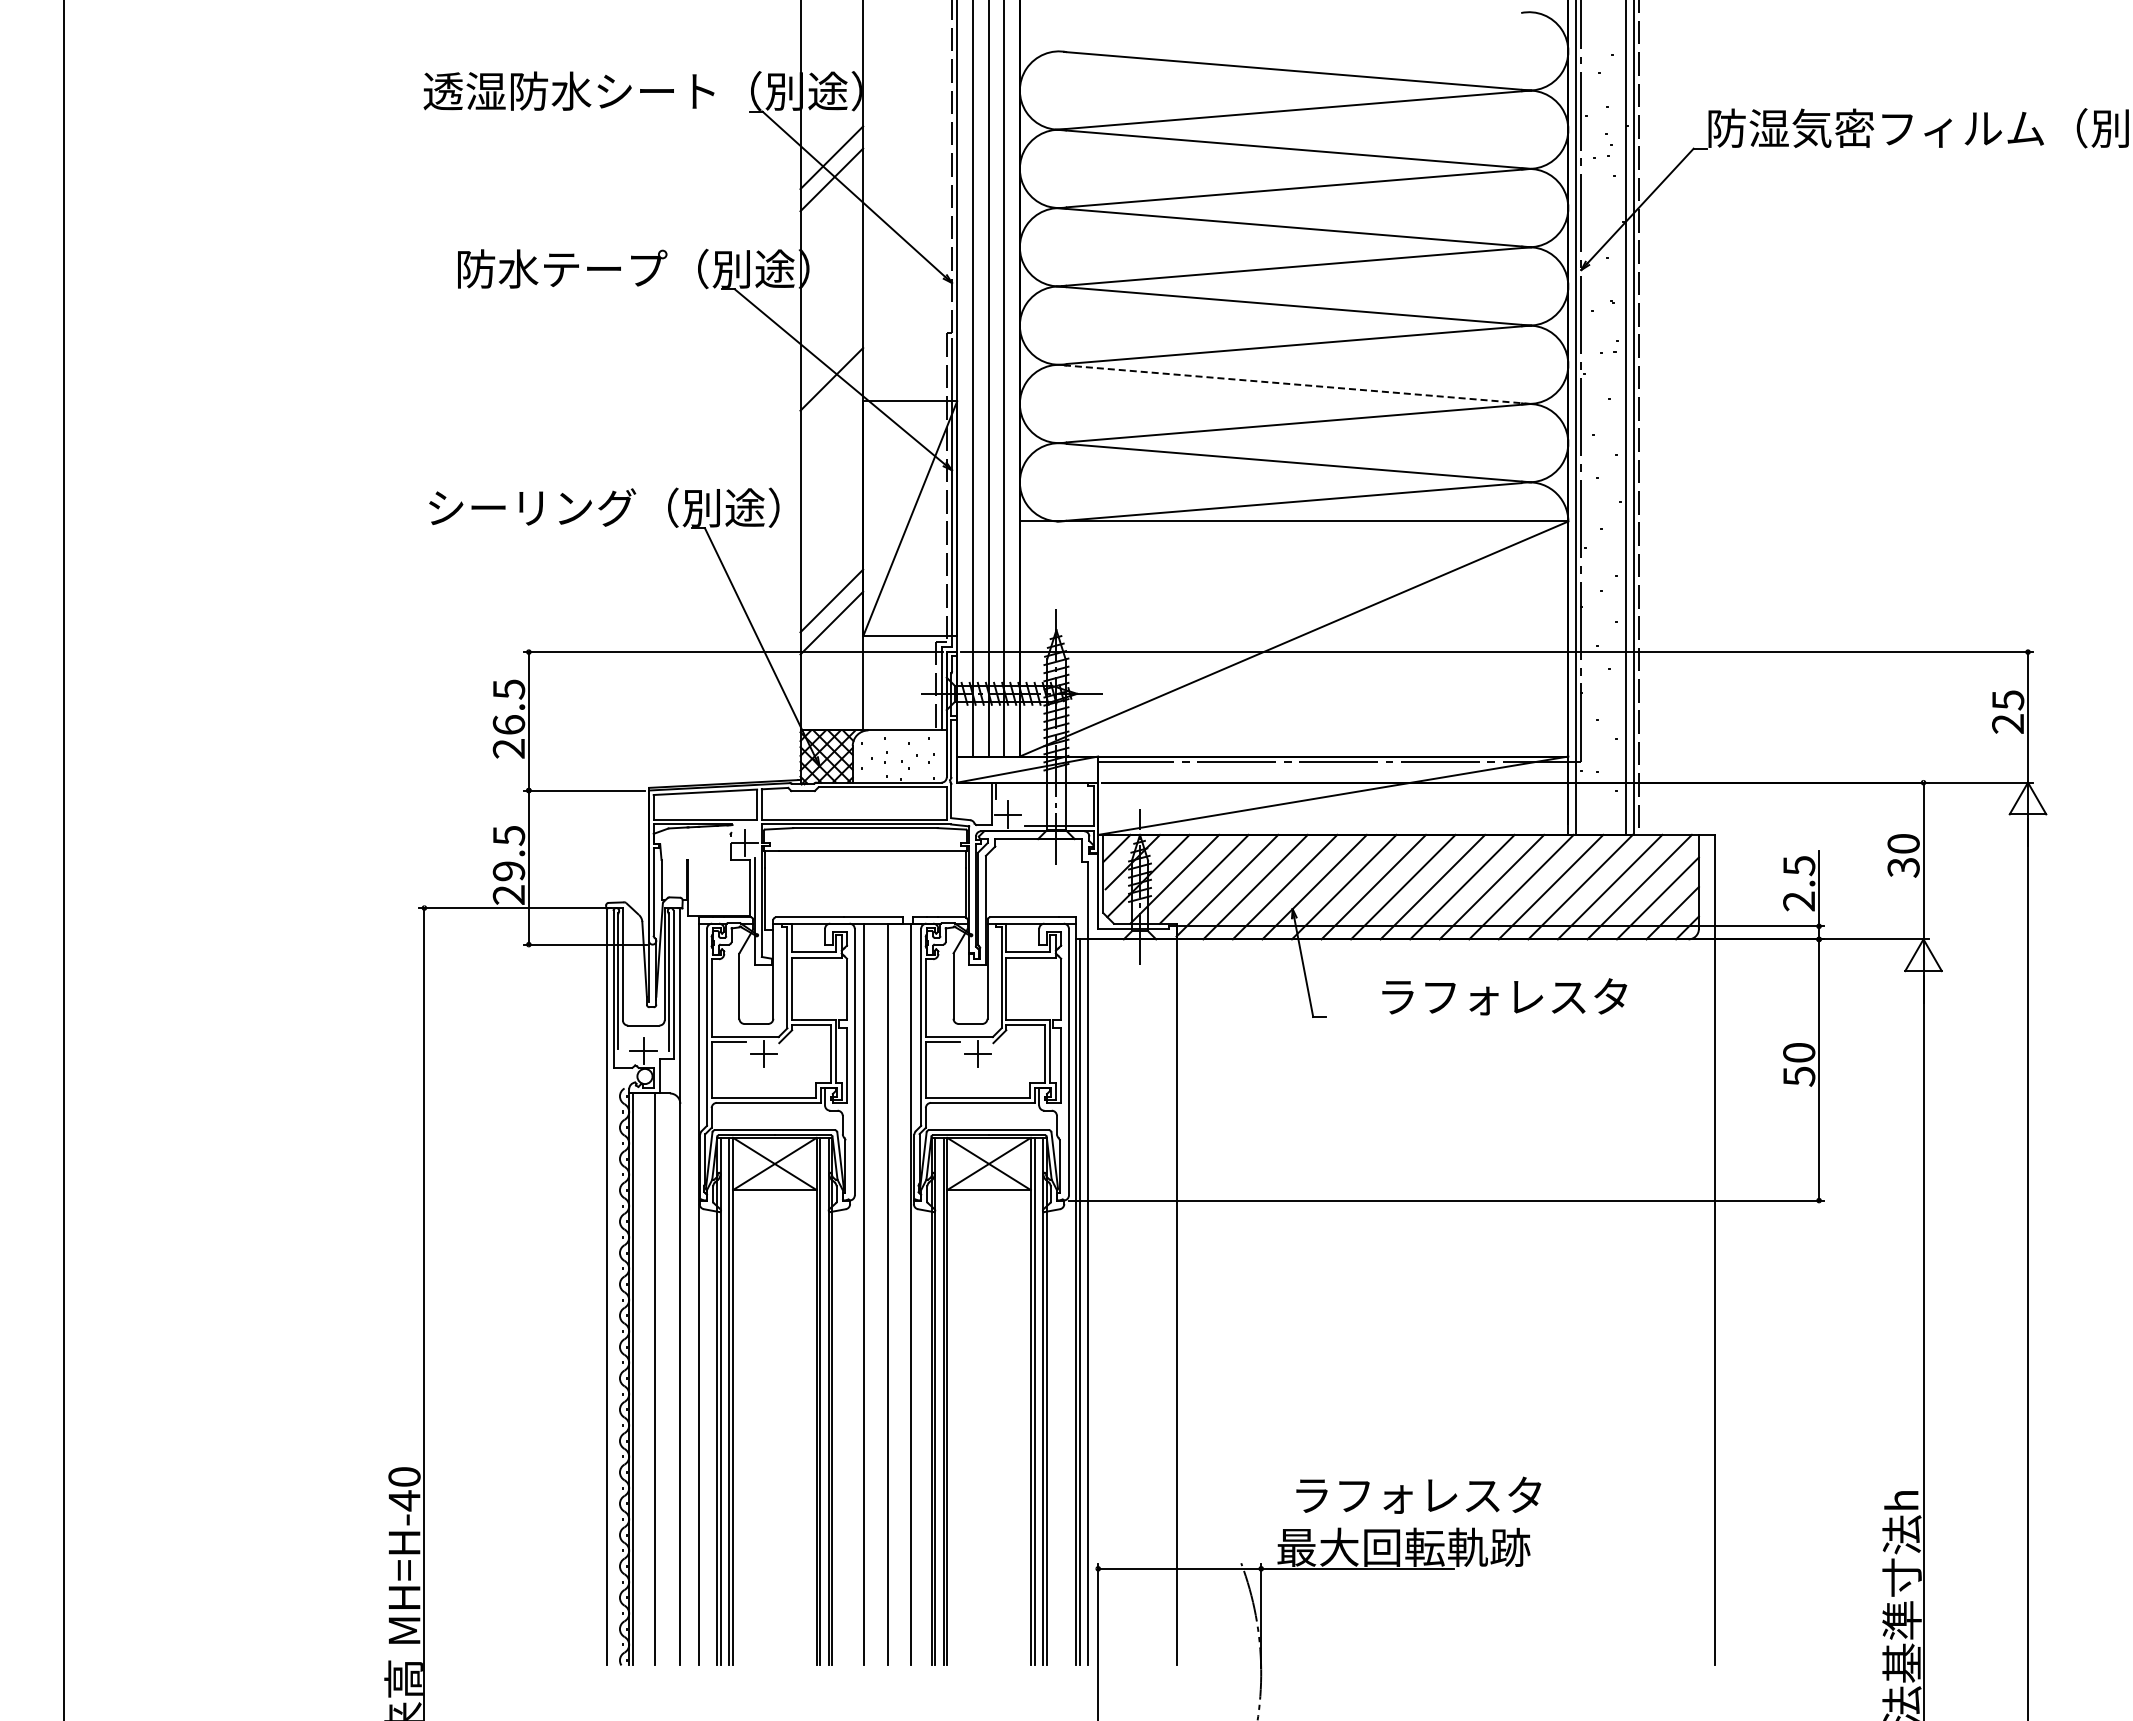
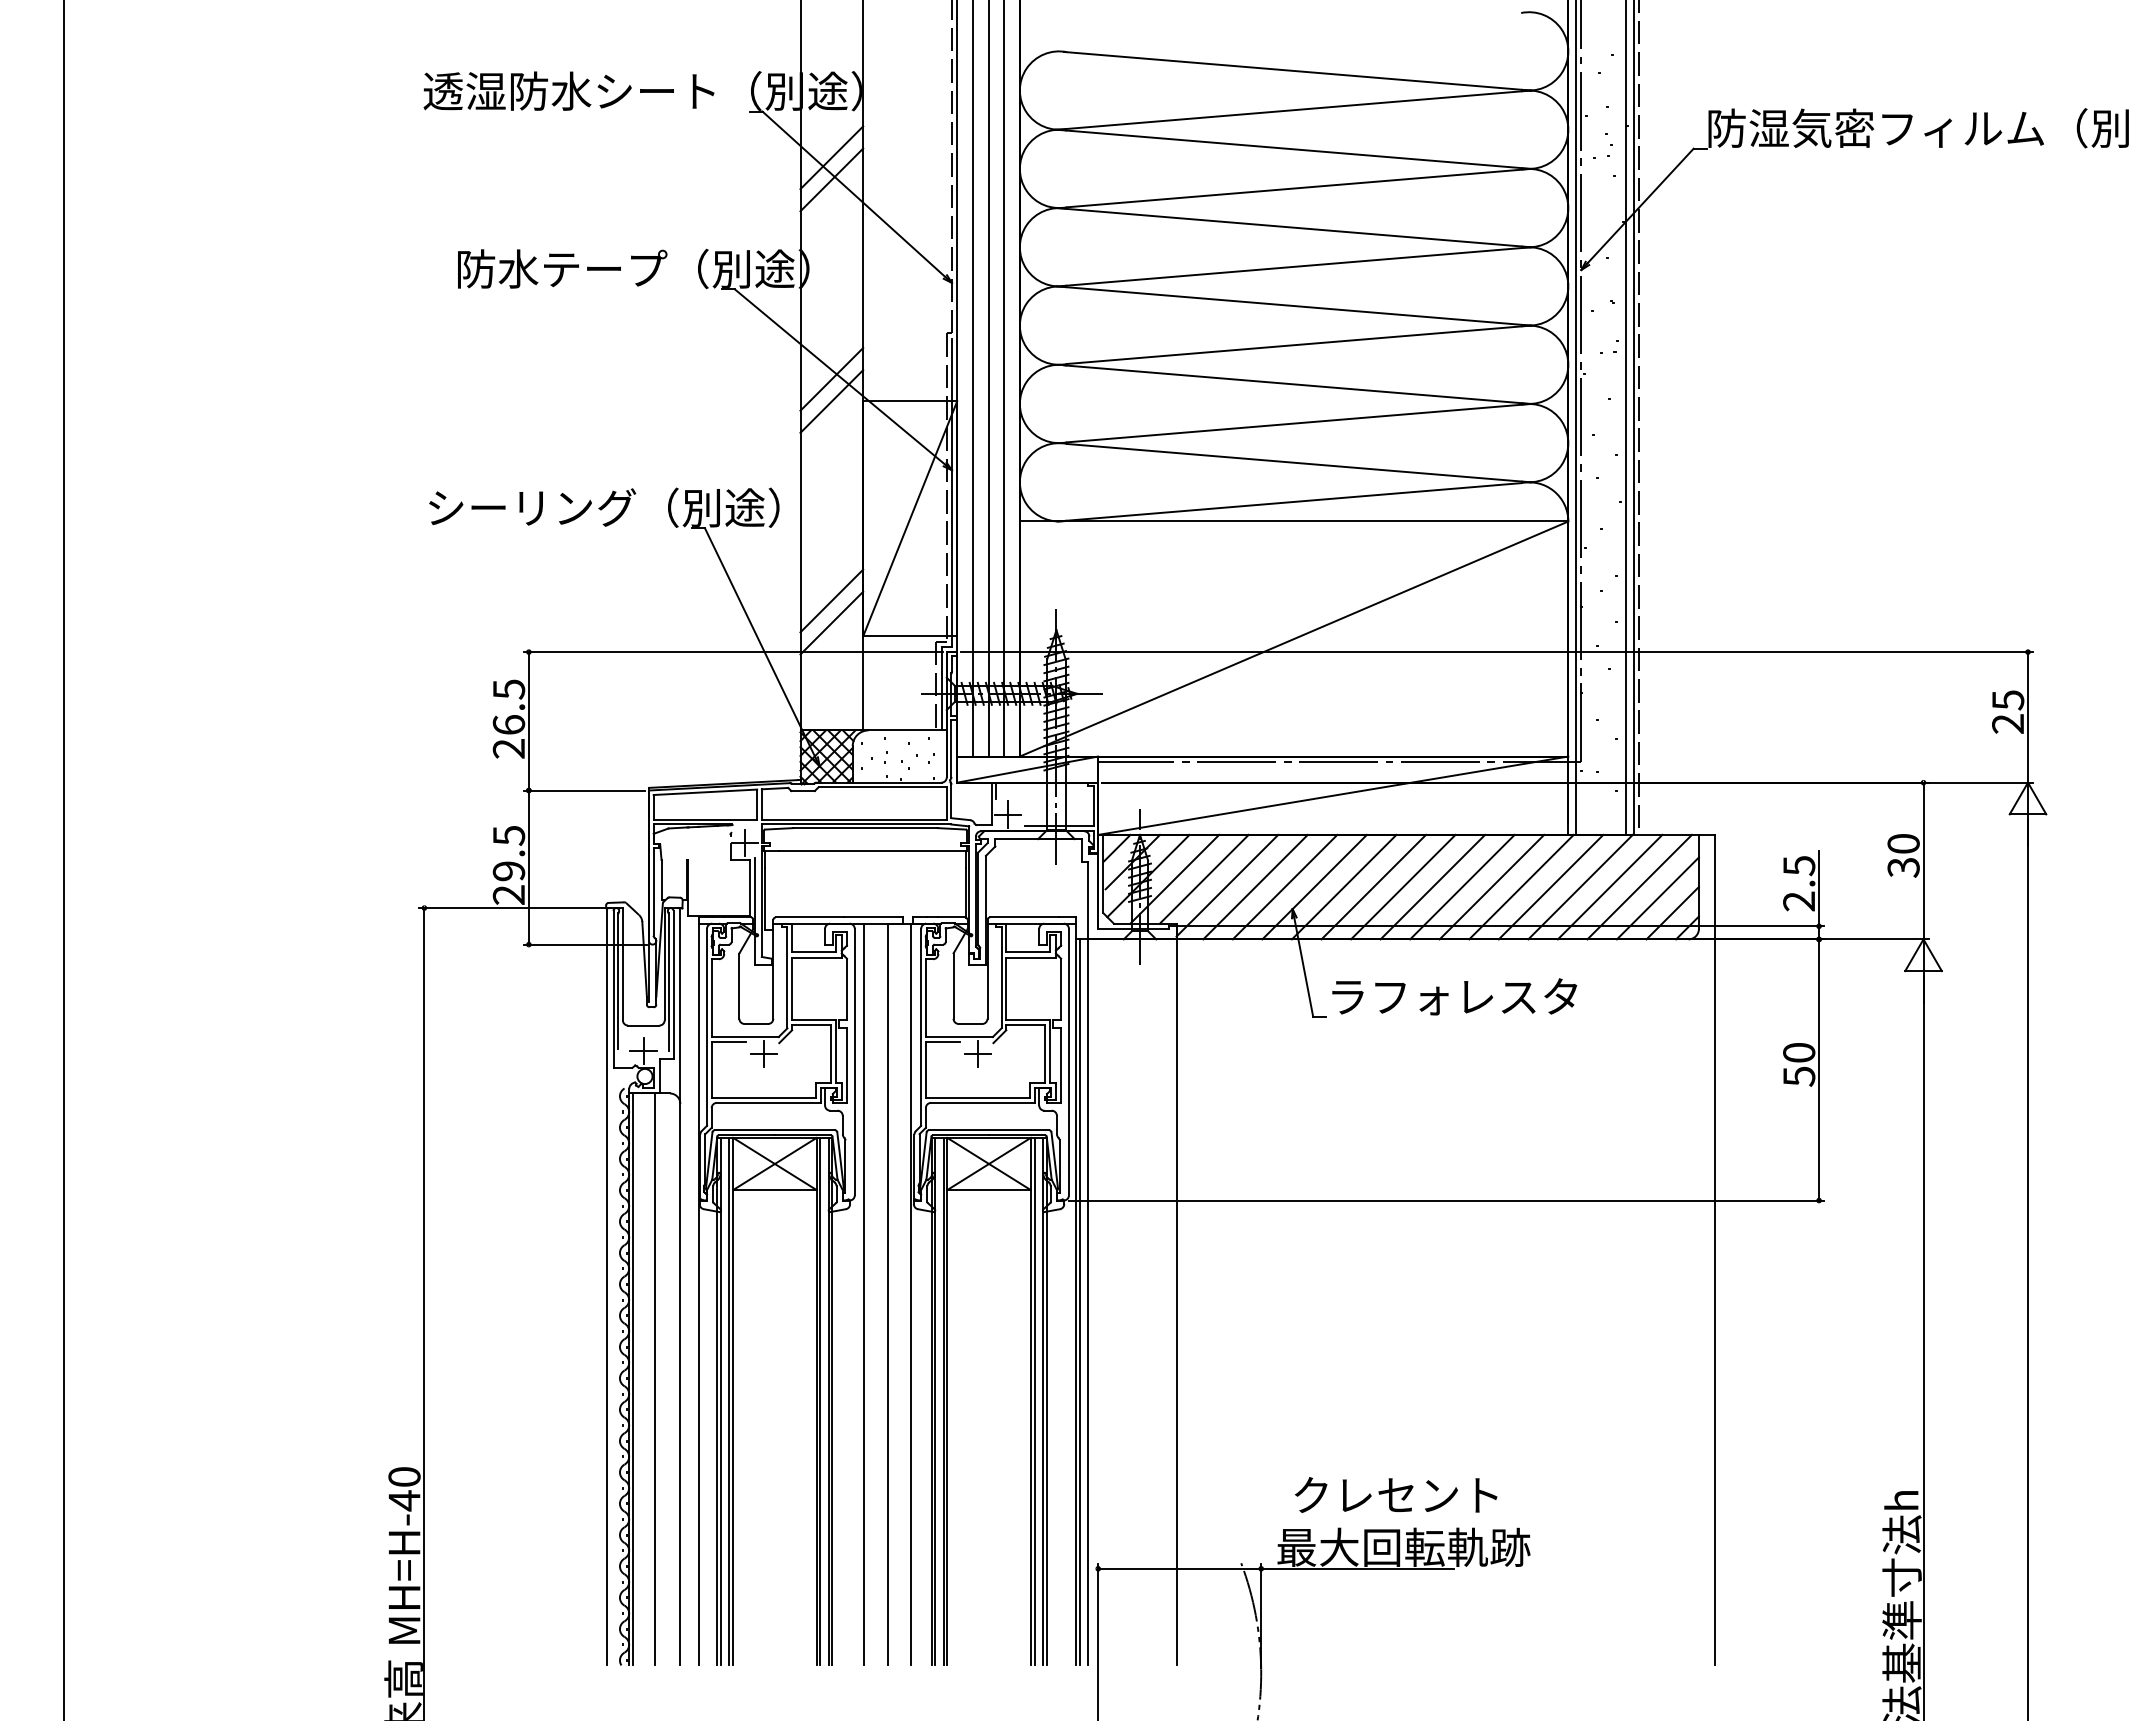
line at (1298, 384): dashed -> solid
line at (831, 401): none -> present
text at (1504, 996) position: (1504, 996) -> (1454, 996)
text at (1417, 1494): ラフォレスタ -> クレセント
